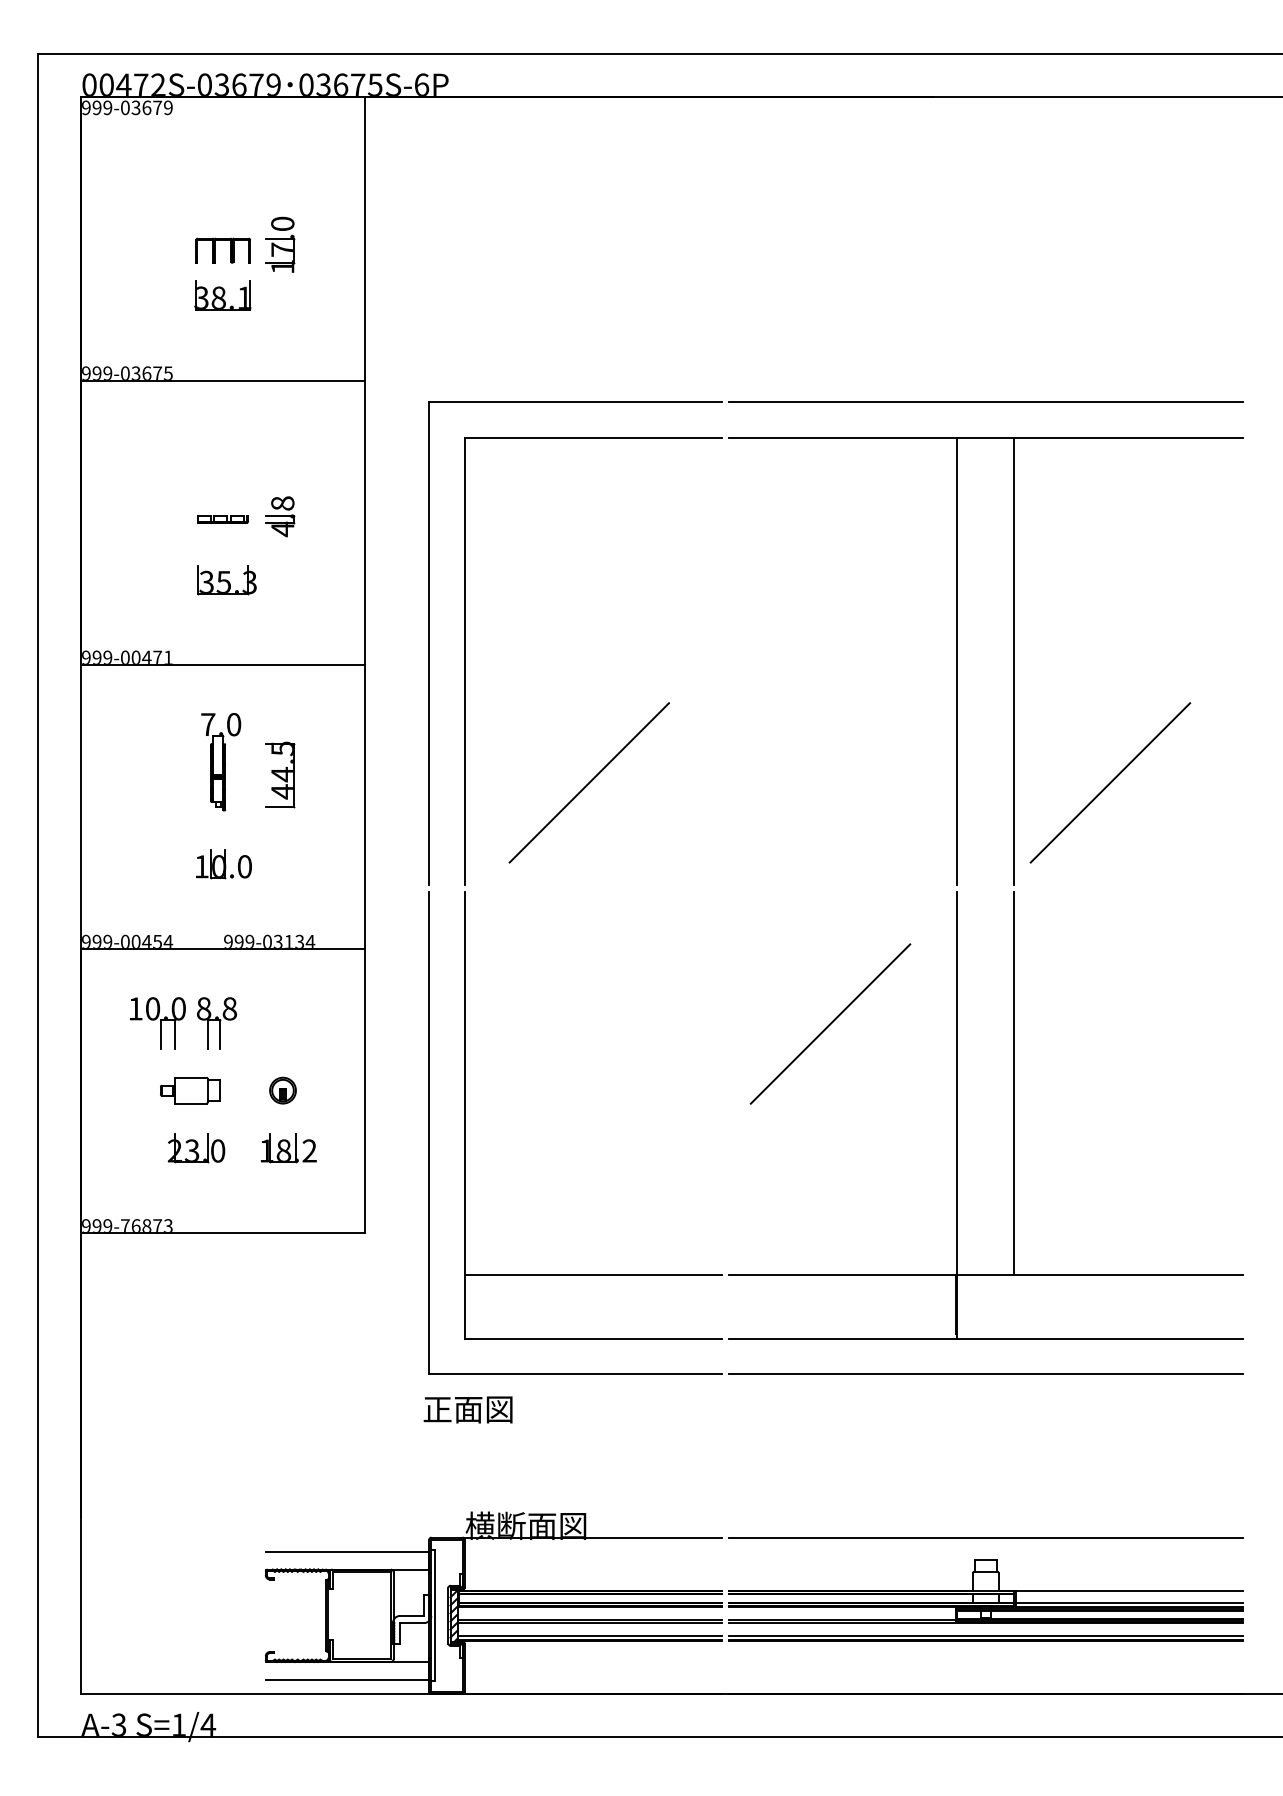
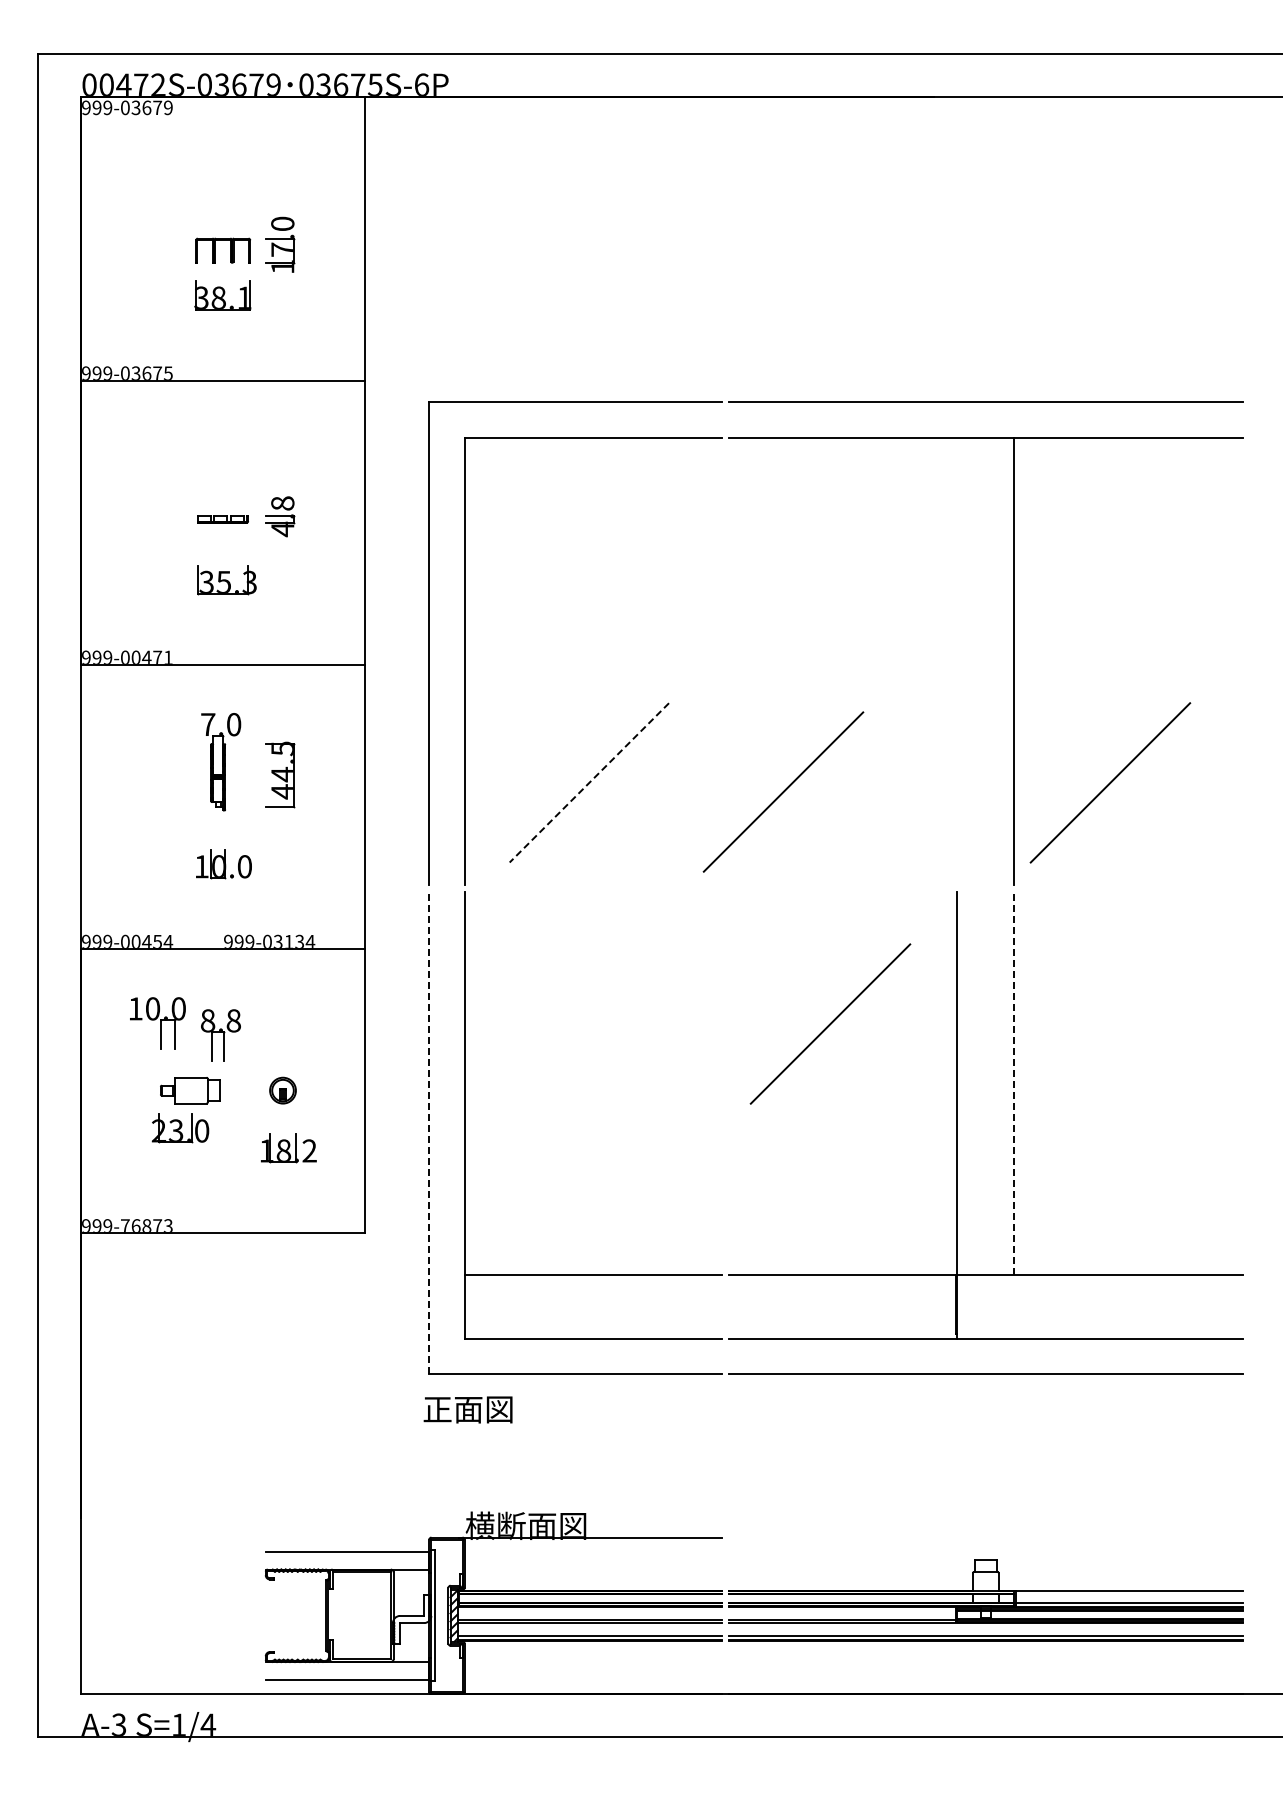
line at (957, 660): present -> none
line at (589, 782): solid -> dashed
line at (783, 791): none -> present
part at (216, 1023) position: (216, 1023) -> (220, 1035)
line at (1014, 1083): solid -> dashed
line at (429, 1132): solid -> dashed
part at (196, 1148) position: (196, 1148) -> (180, 1128)
line at (985, 1537): present -> none
